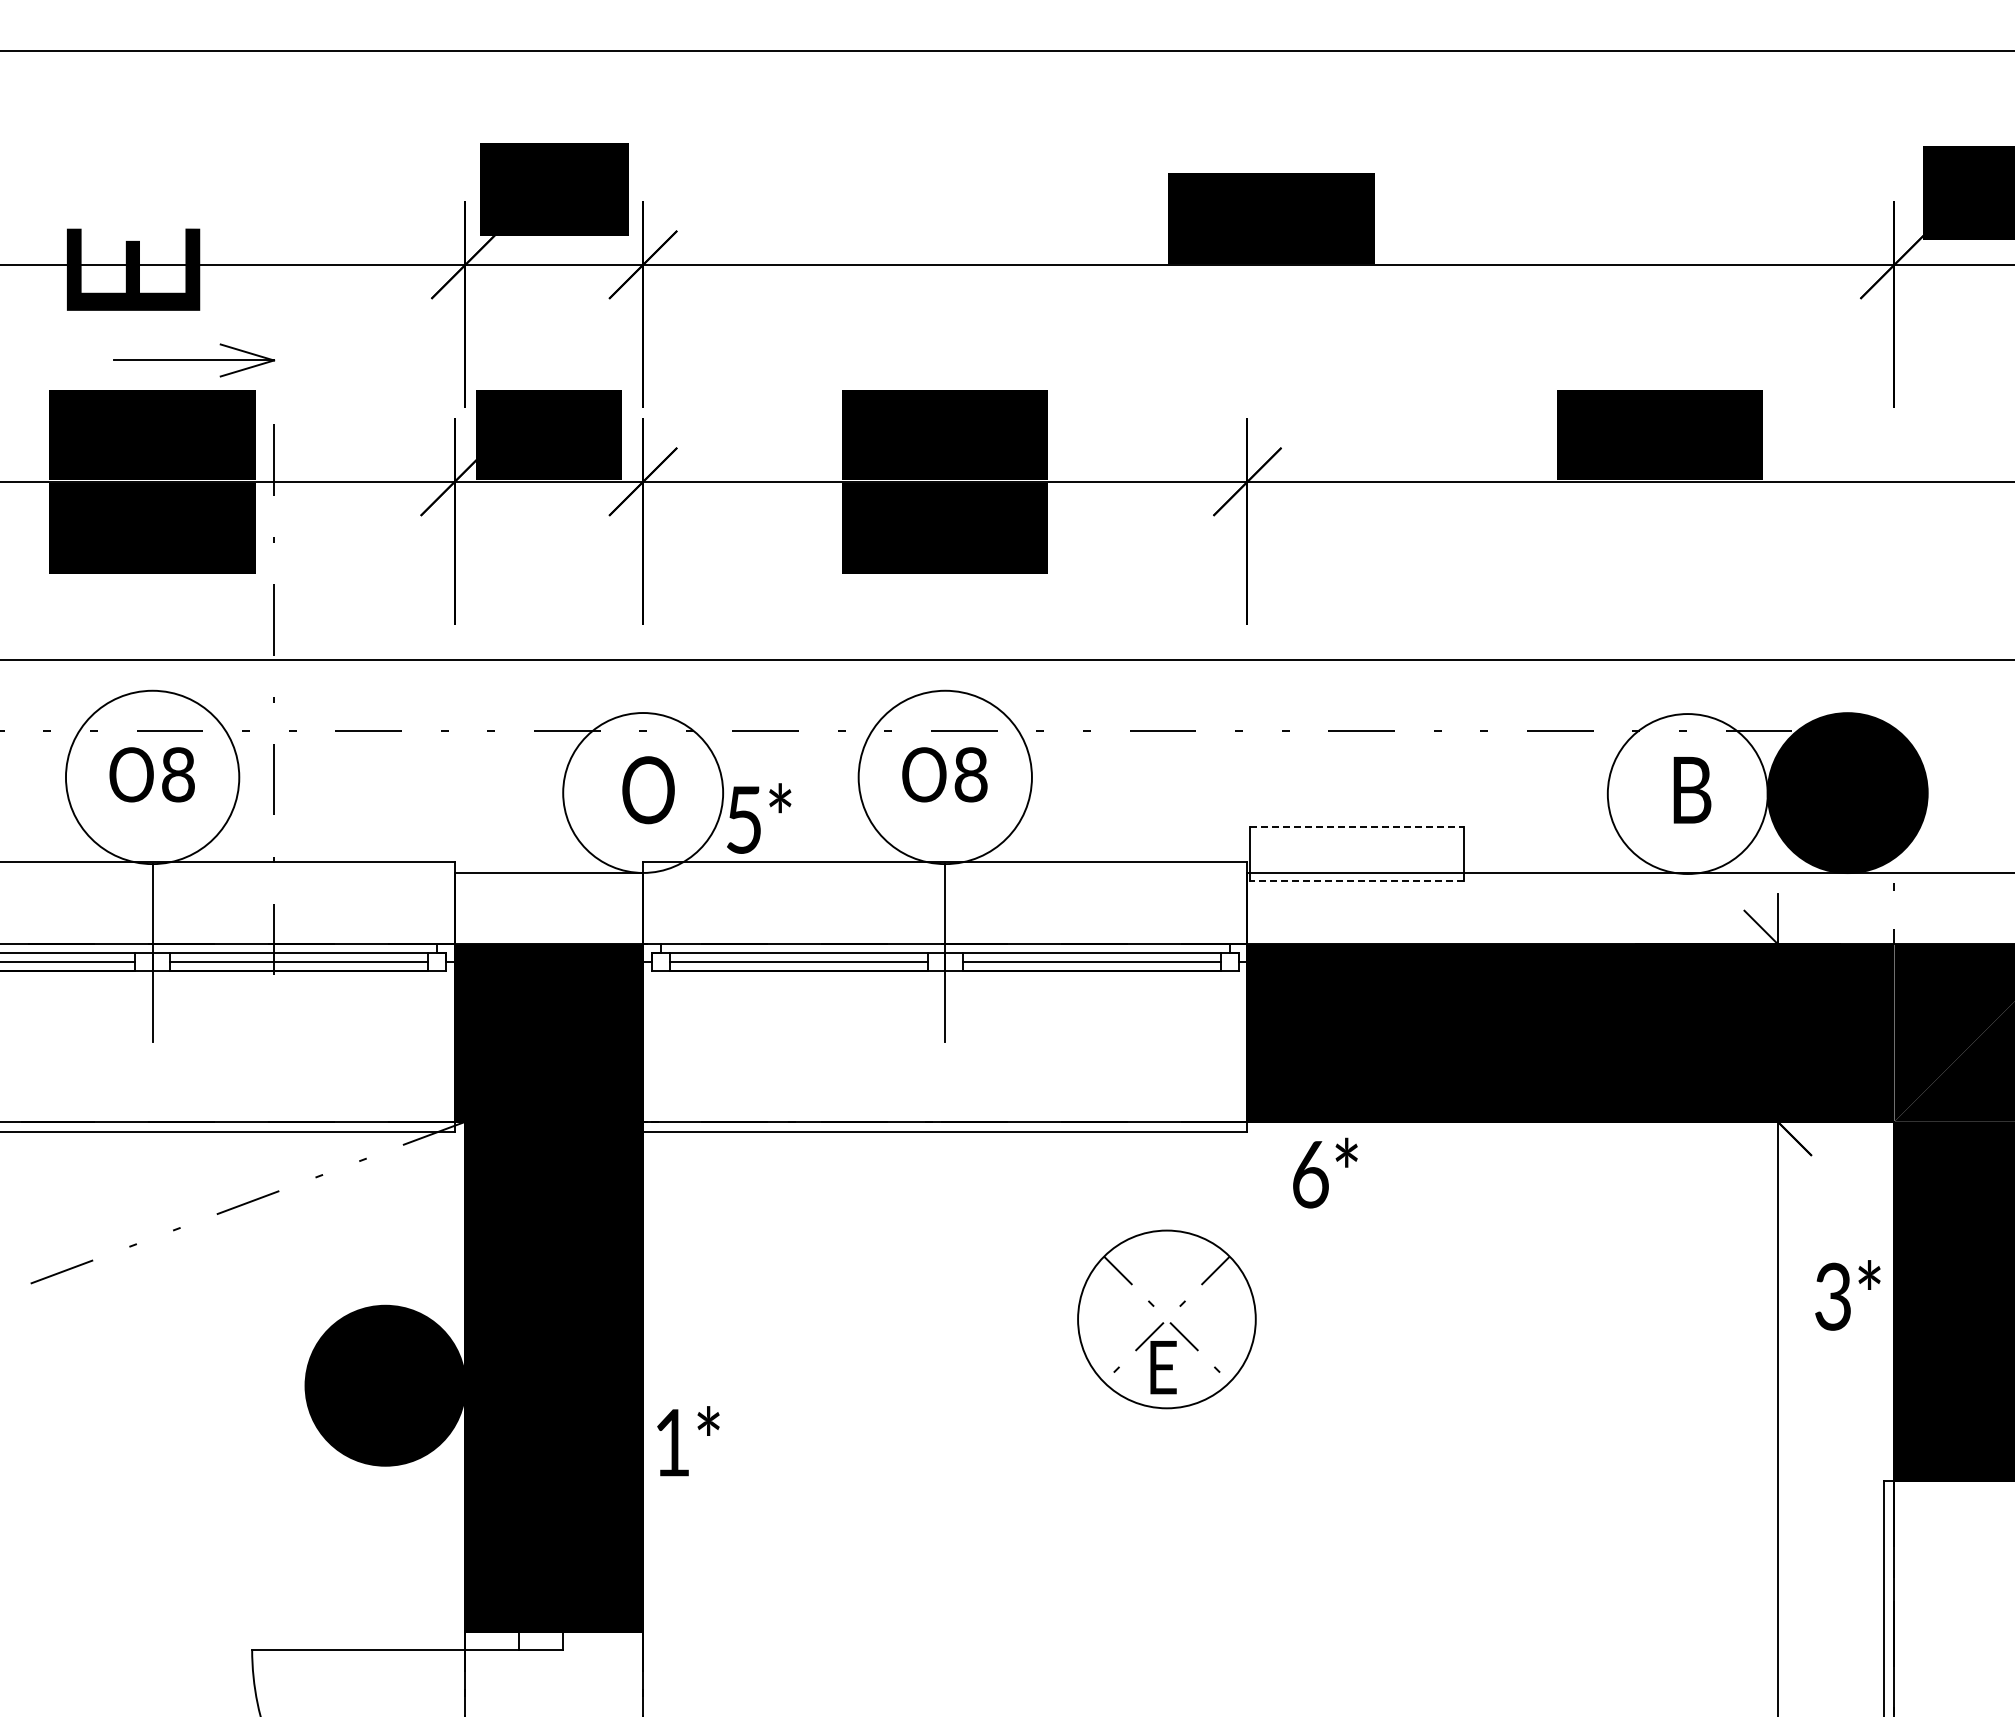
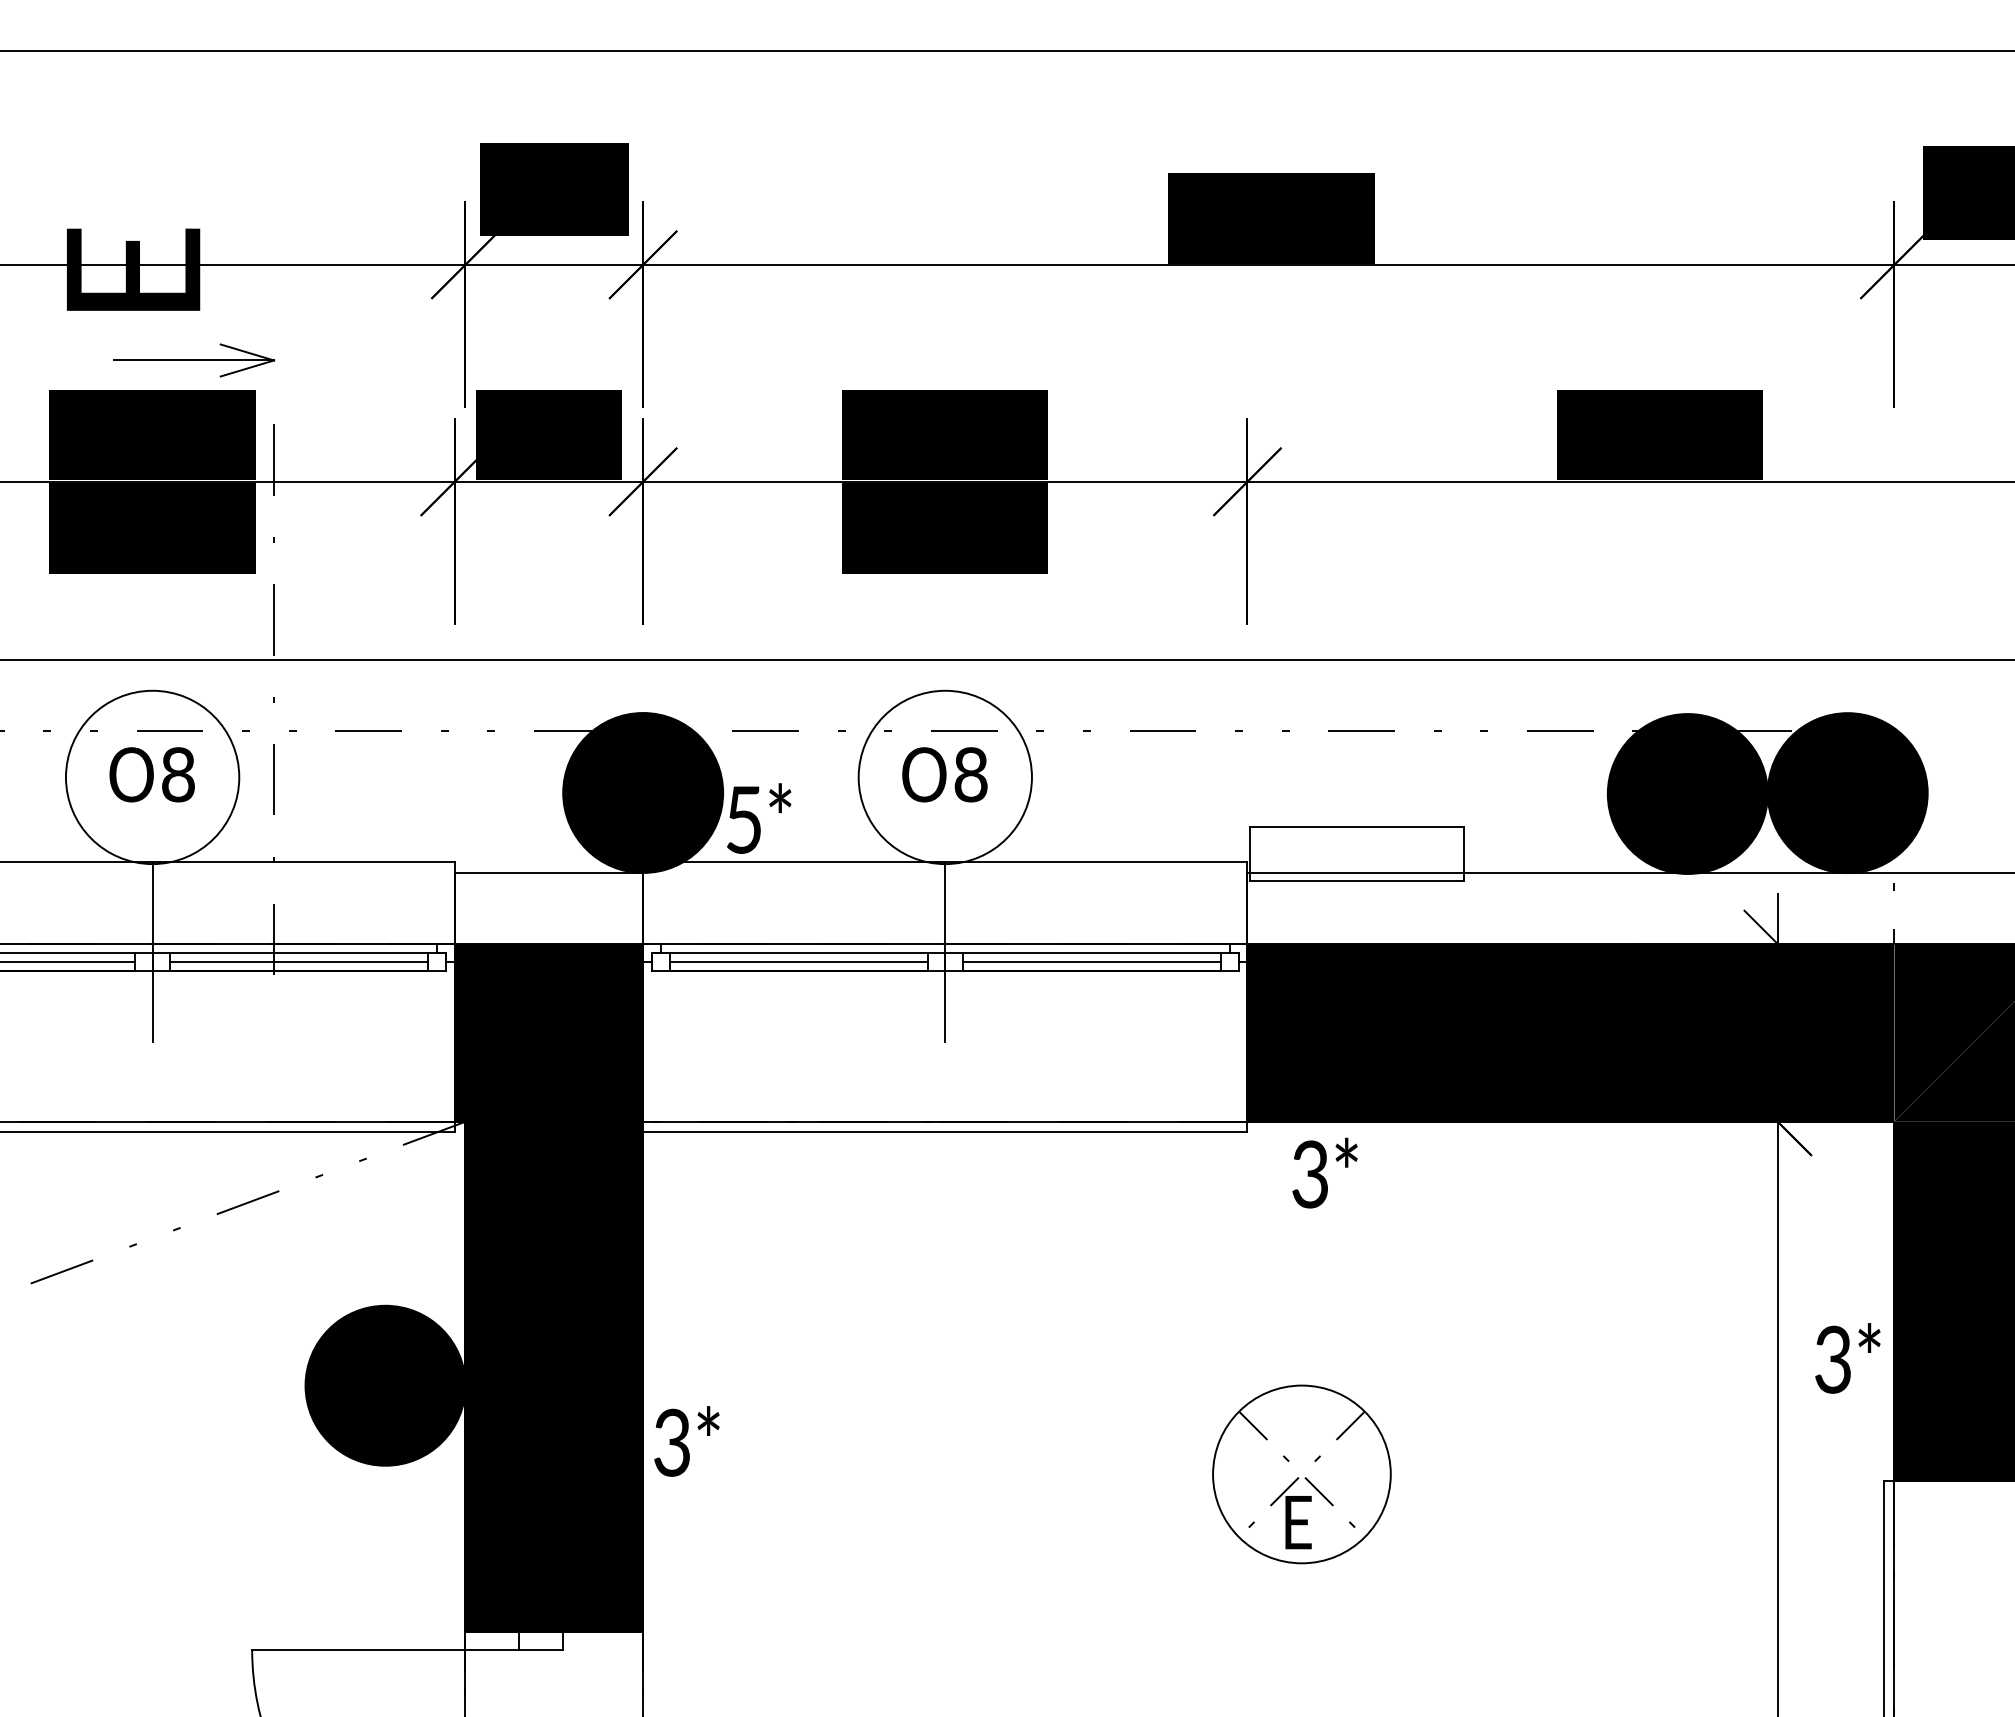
fill at (643, 792): none -> present
fill at (1687, 794): none -> present
line at (1356, 827): dashed -> solid
line at (1356, 880): dashed -> solid
text at (1310, 1174): 6 -> 3
text at (1847, 1295) position: (1847, 1295) -> (1847, 1358)
part at (1166, 1319) position: (1166, 1319) -> (1301, 1474)
text at (671, 1442): 1 -> 3
